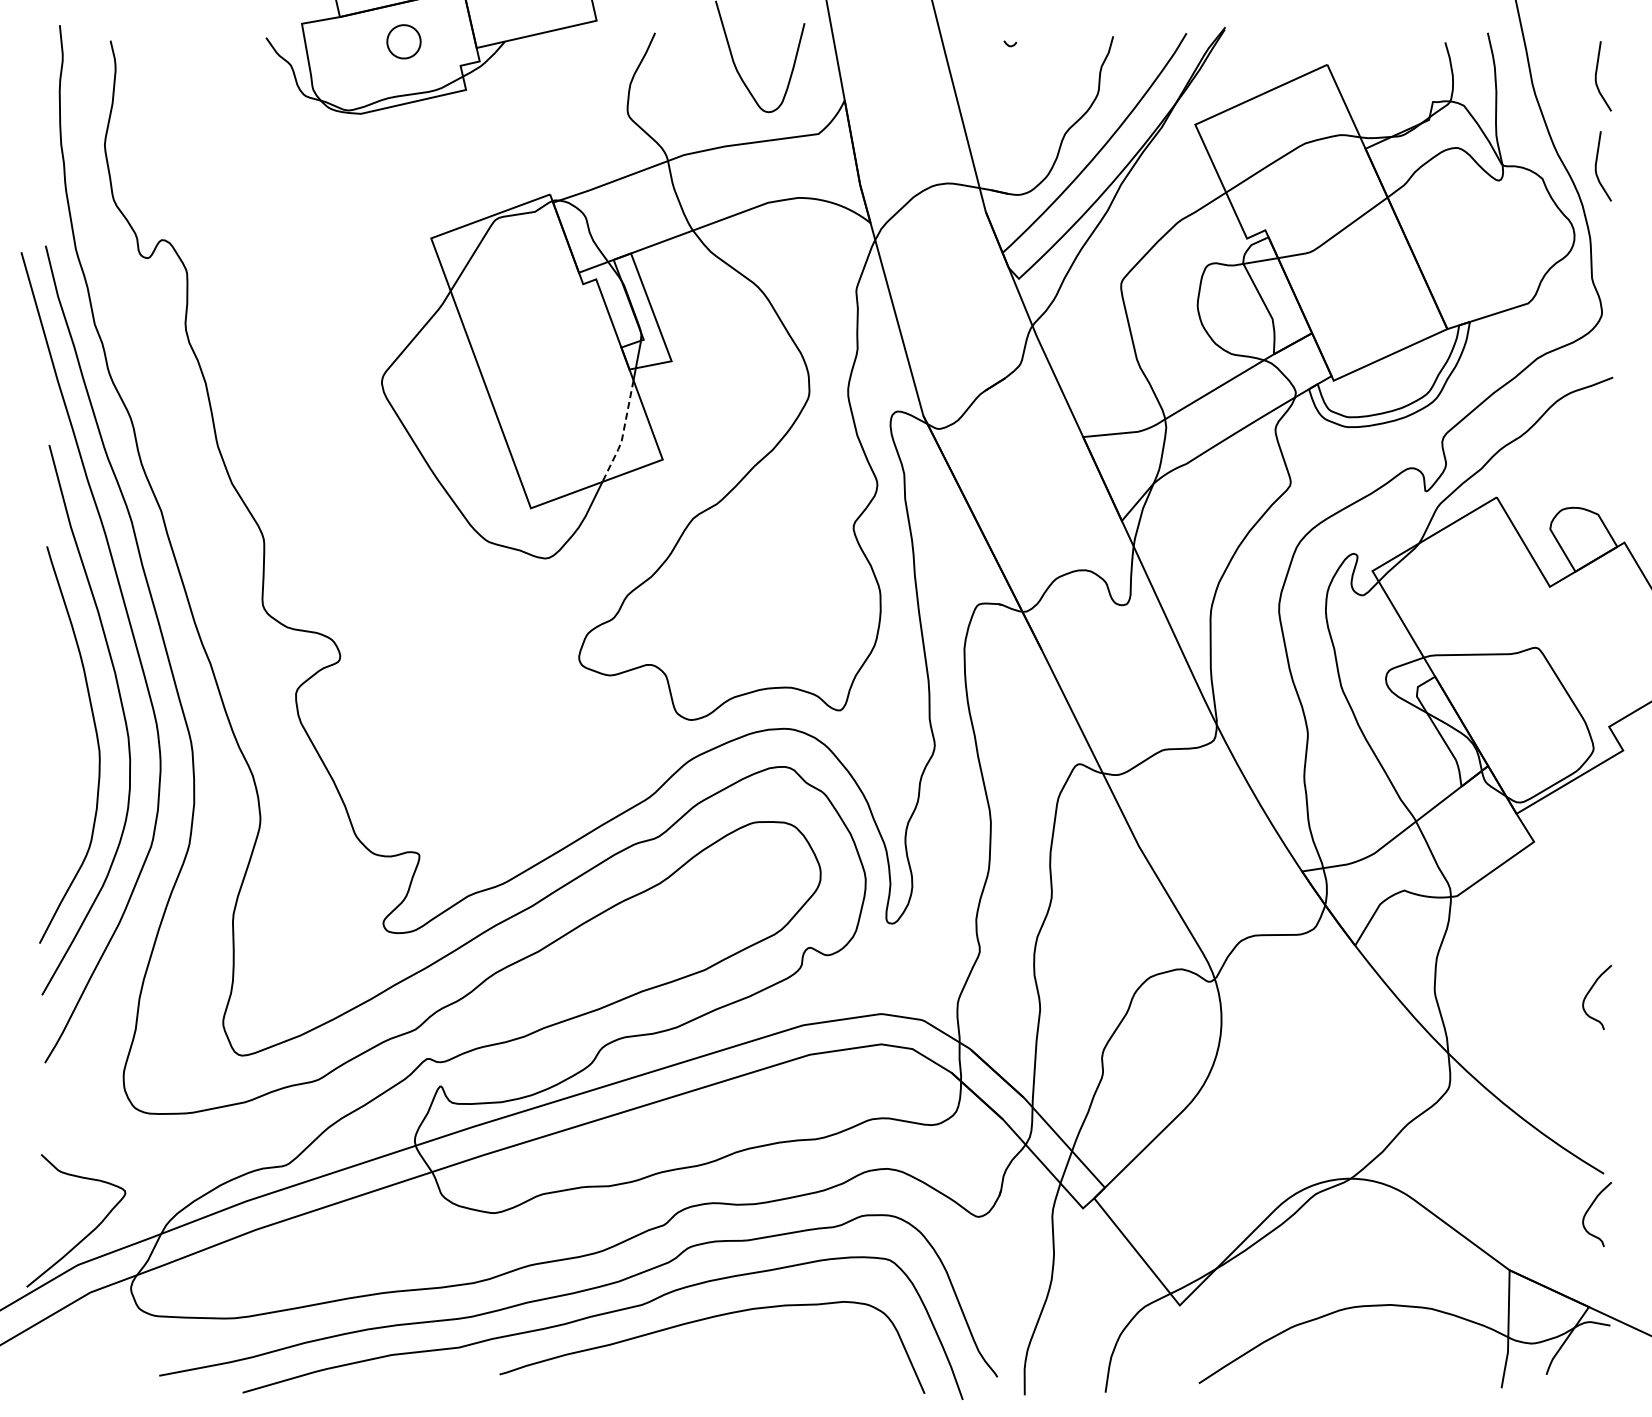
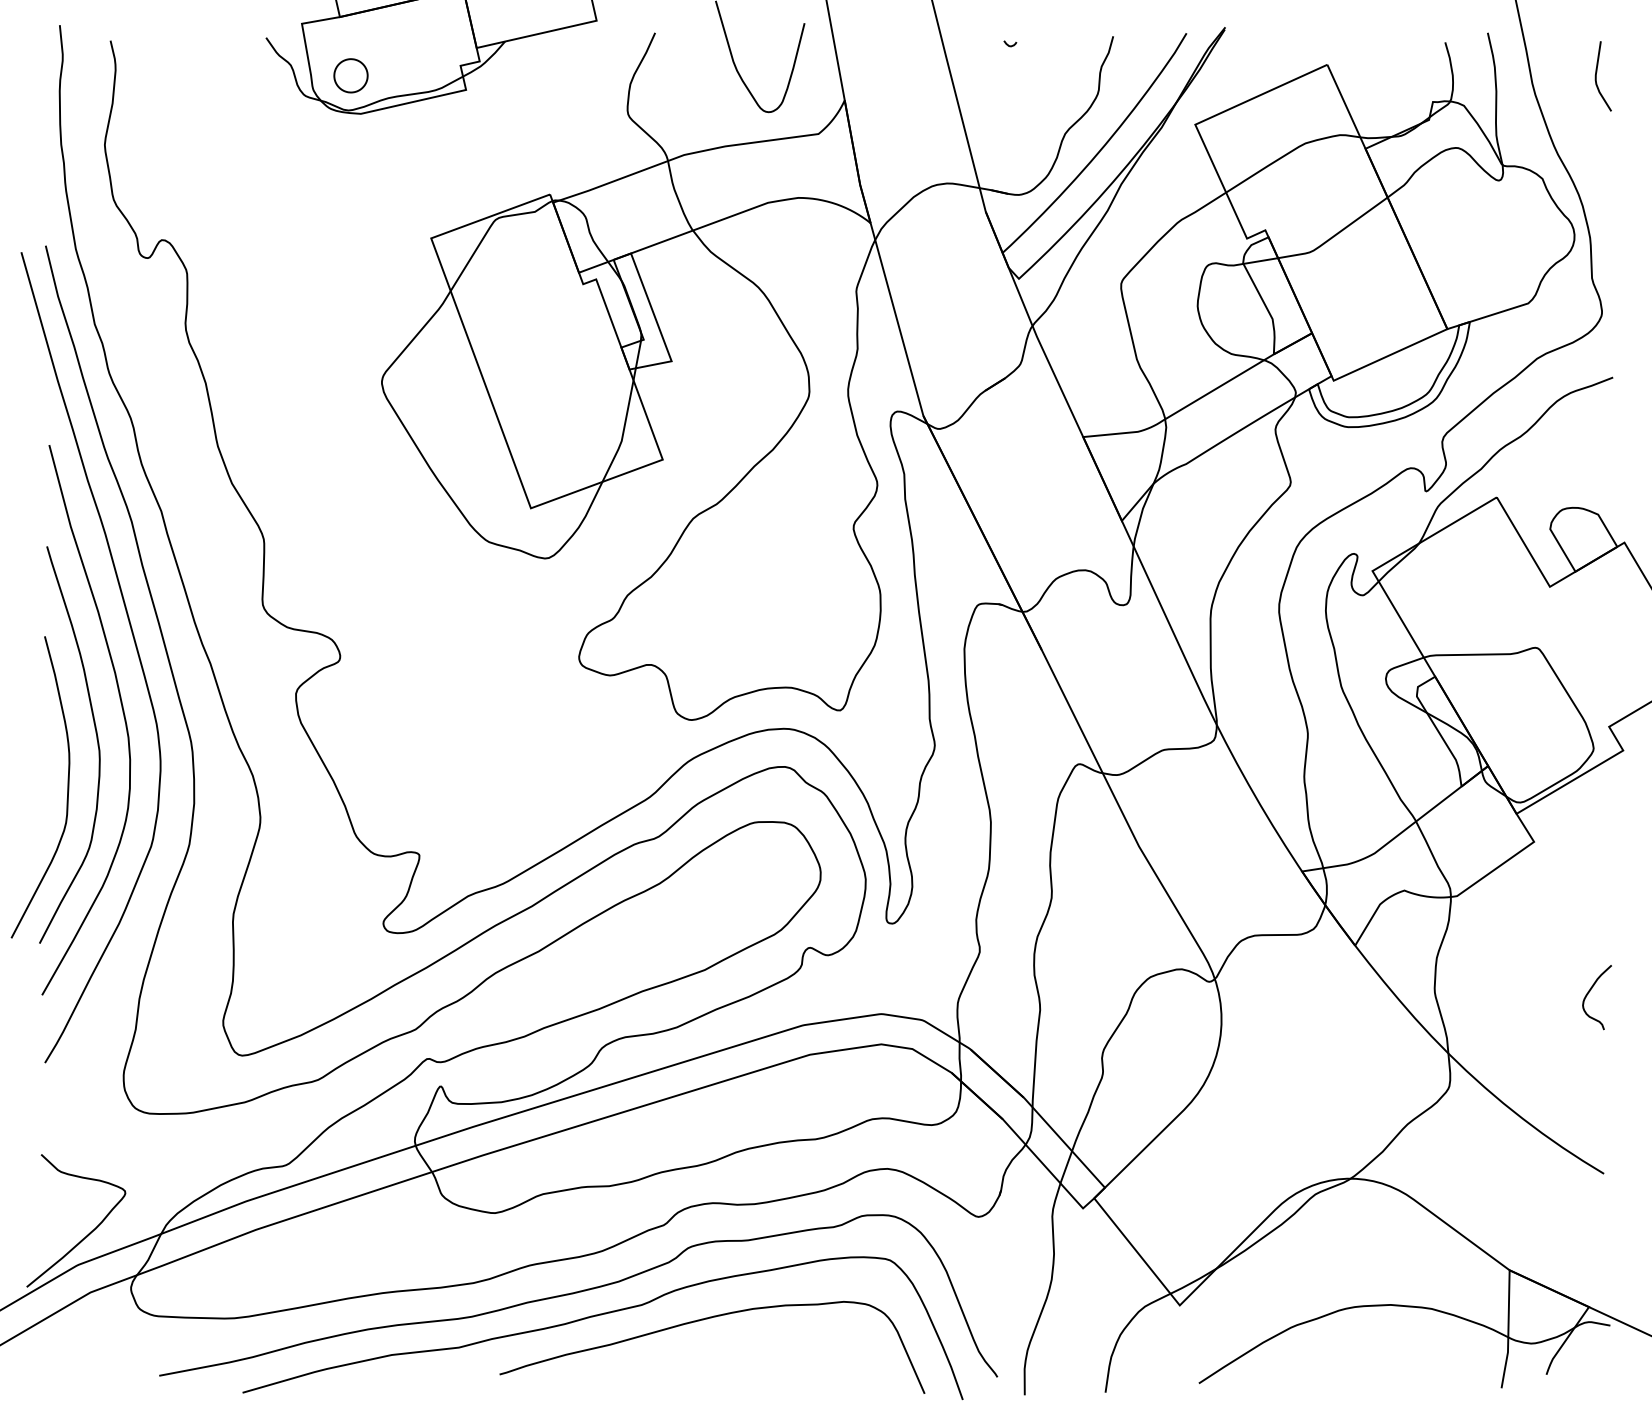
part at (403, 41) position: (403, 41) -> (350, 75)
curve at (1596, 166): present -> none
line at (623, 434): dashed -> solid
curve at (67, 787): none -> present
curve at (1590, 1208): present -> none
